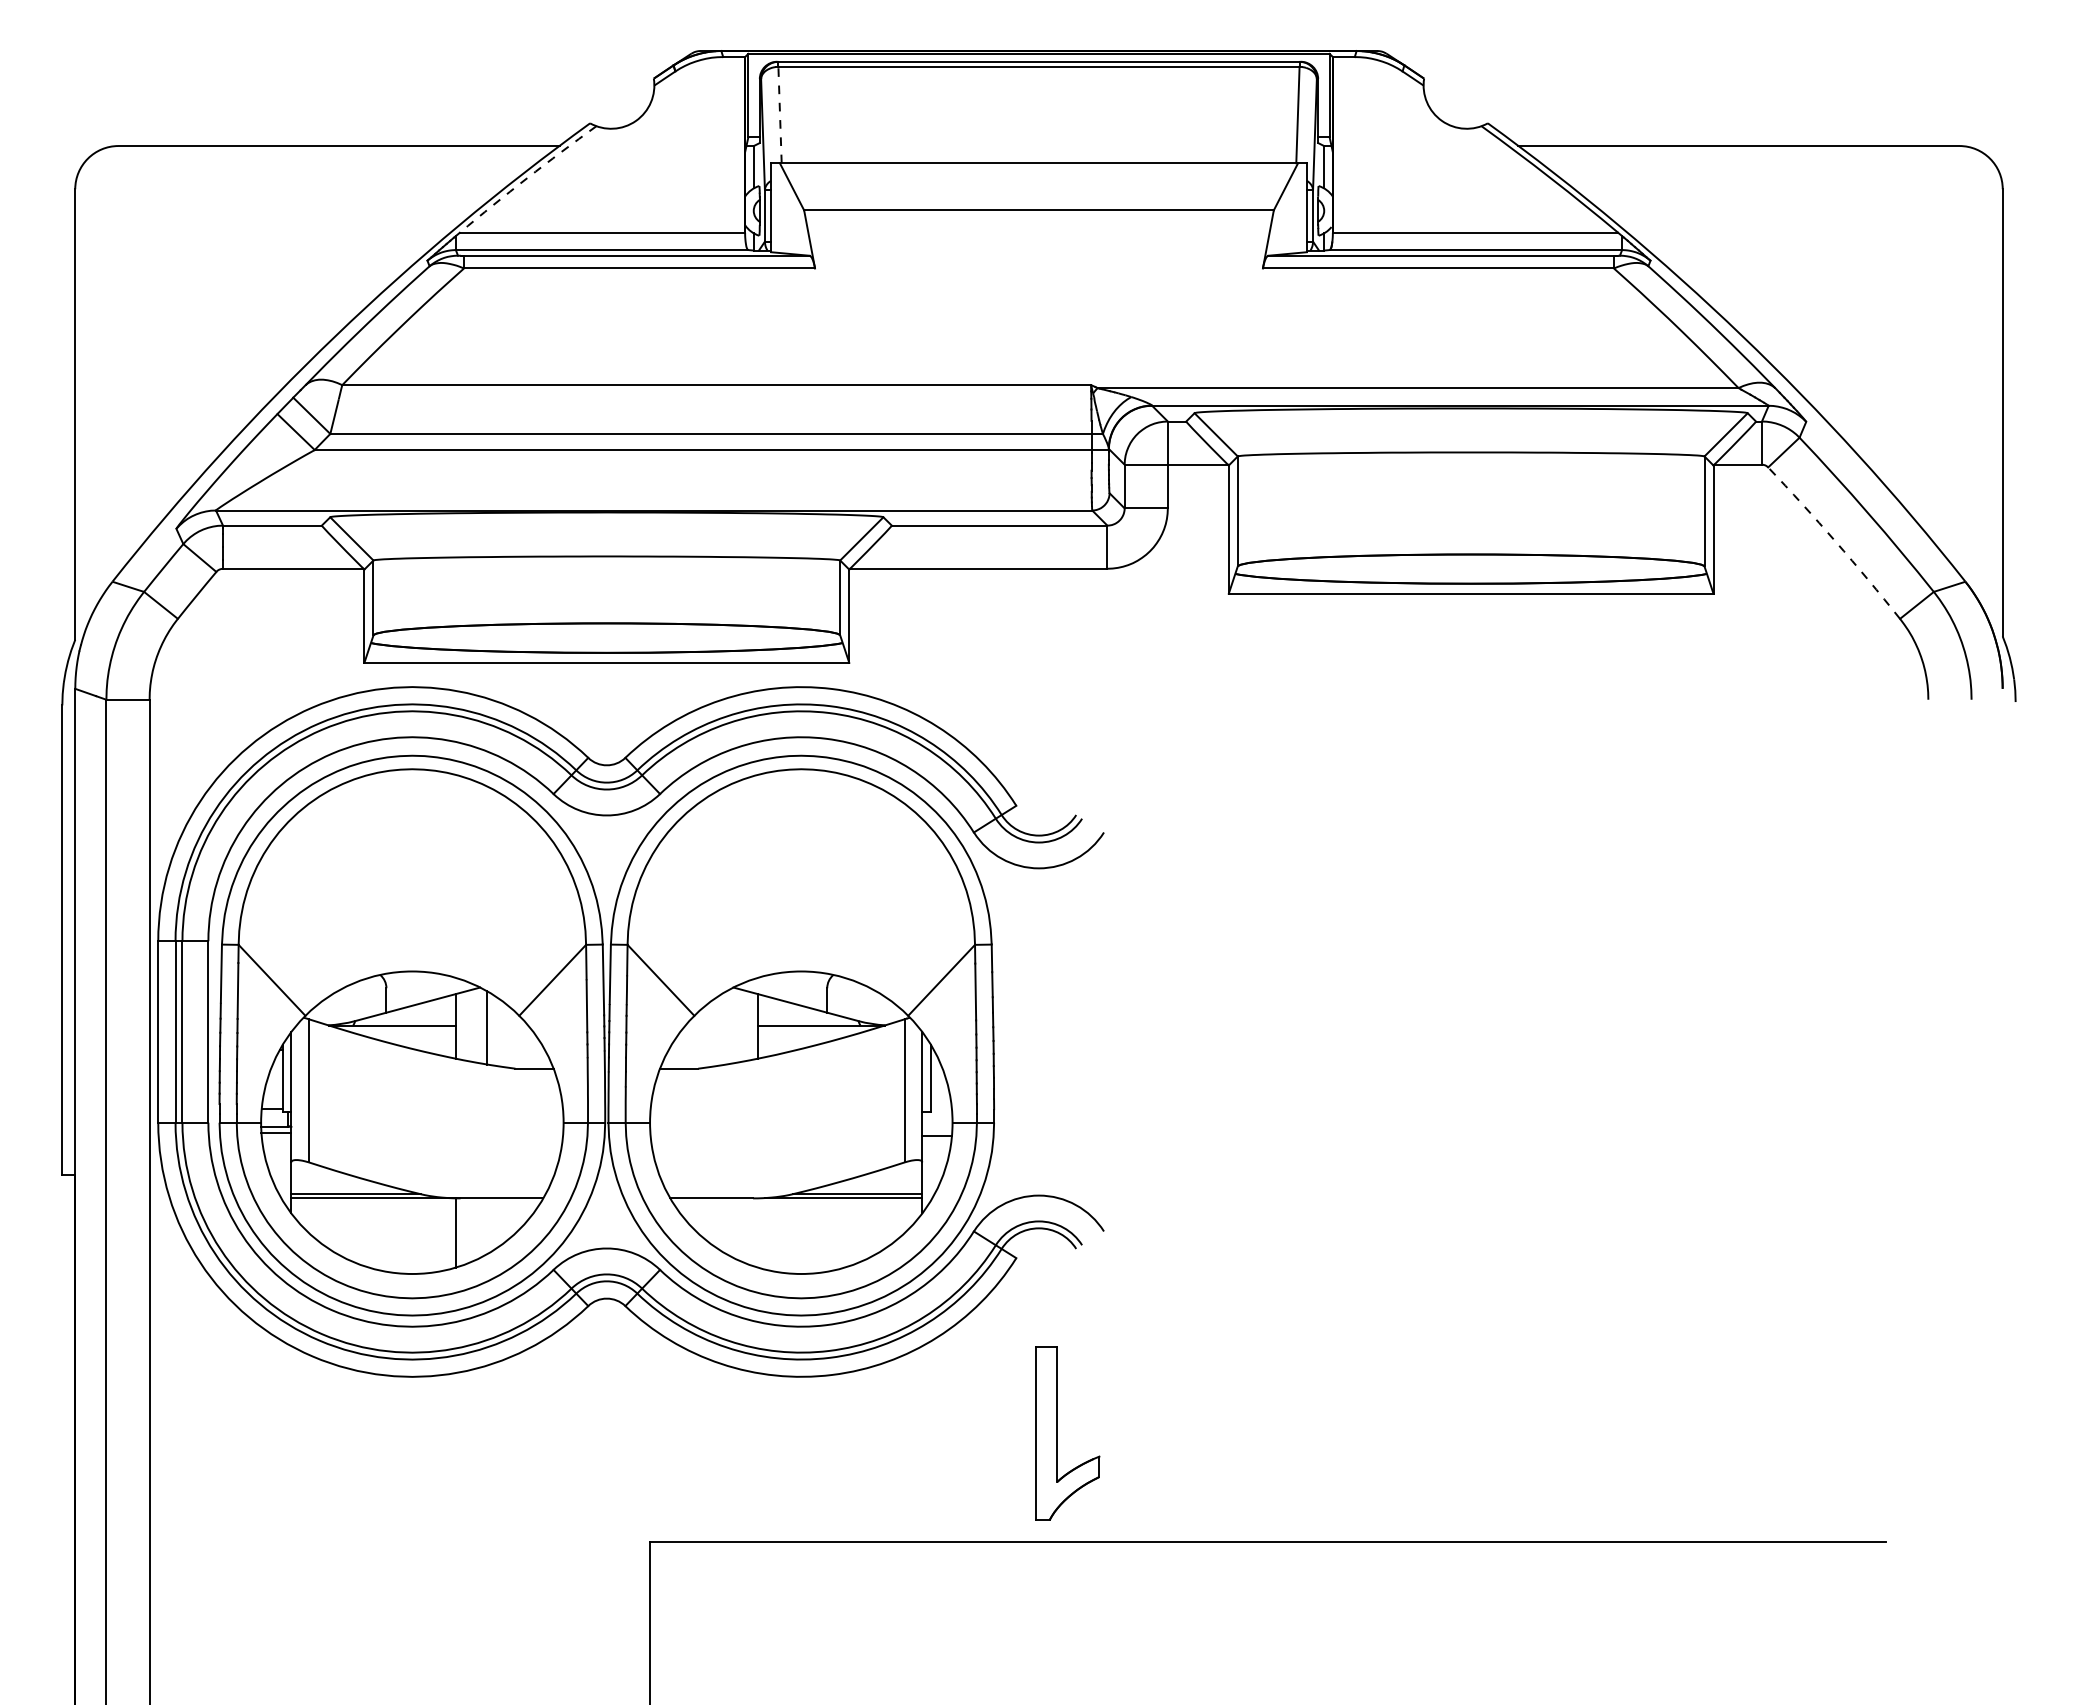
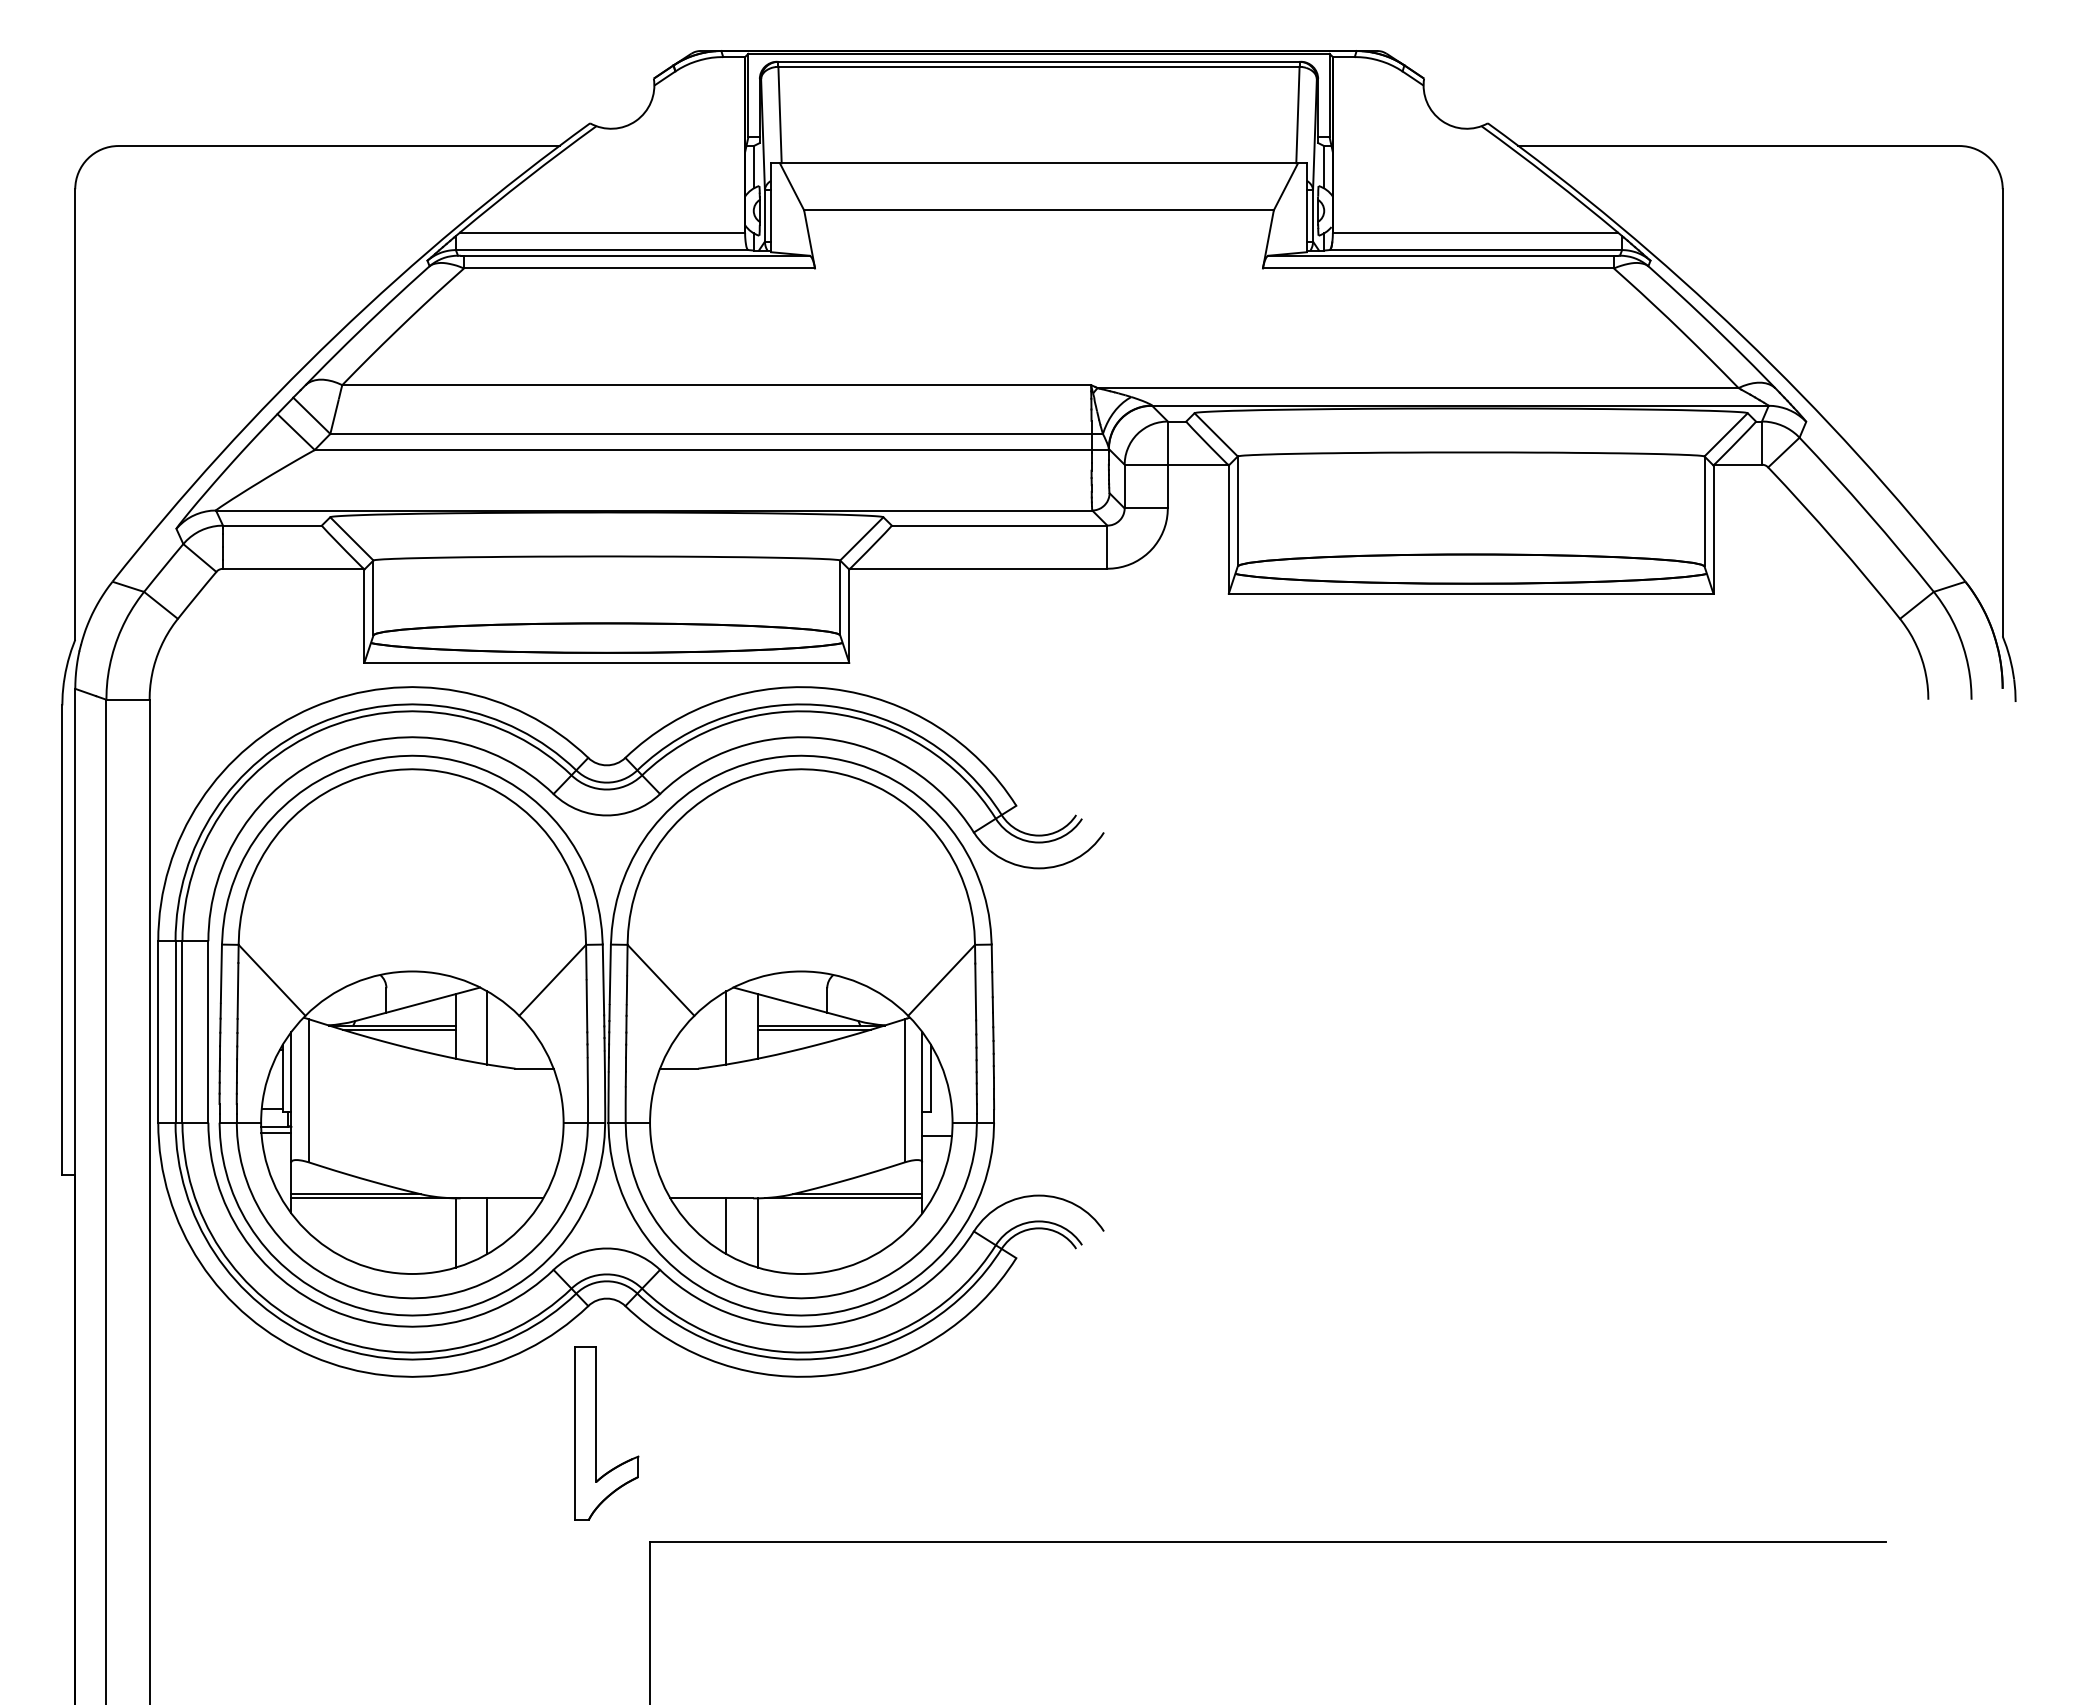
line at (780, 114): dashed -> solid
arc at (527, 178): dashed -> solid
arc at (1835, 541): dashed -> solid
line at (726, 1027): none -> present
line at (398, 1029): none -> present
line at (814, 1029): none -> present
line at (487, 1226): none -> present
line at (726, 1226): none -> present
line at (758, 1232): none -> present
part at (1057, 1433) position: (1057, 1433) -> (596, 1433)
